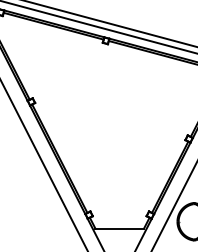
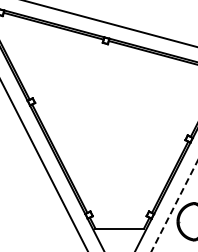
line at (99, 27): present -> none
line at (174, 205): solid -> dashed
